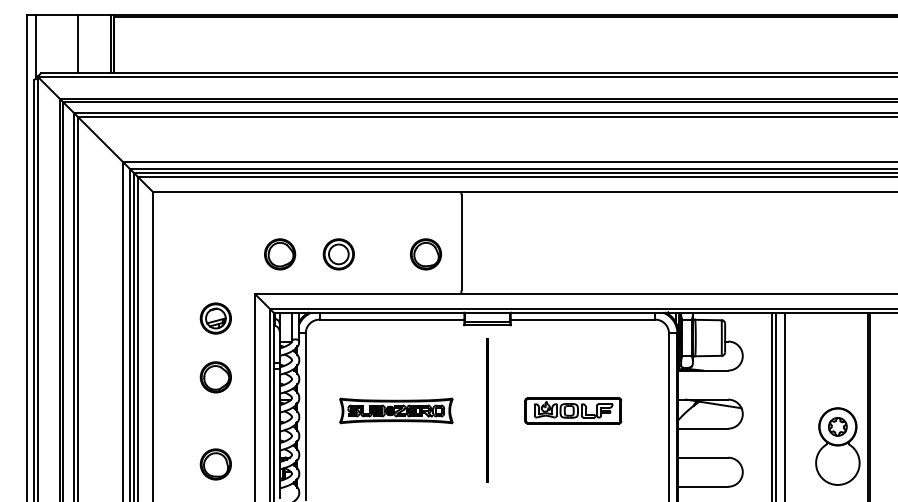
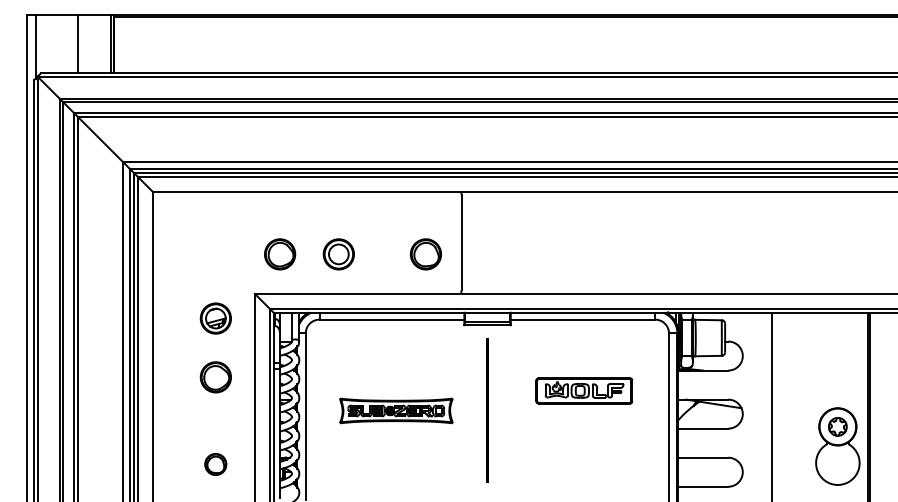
line at (776, 405): present -> none
line at (784, 405): present -> none
part at (573, 410) position: (573, 410) -> (584, 390)
part at (215, 464) size: 33x33 px -> 24x23 px
